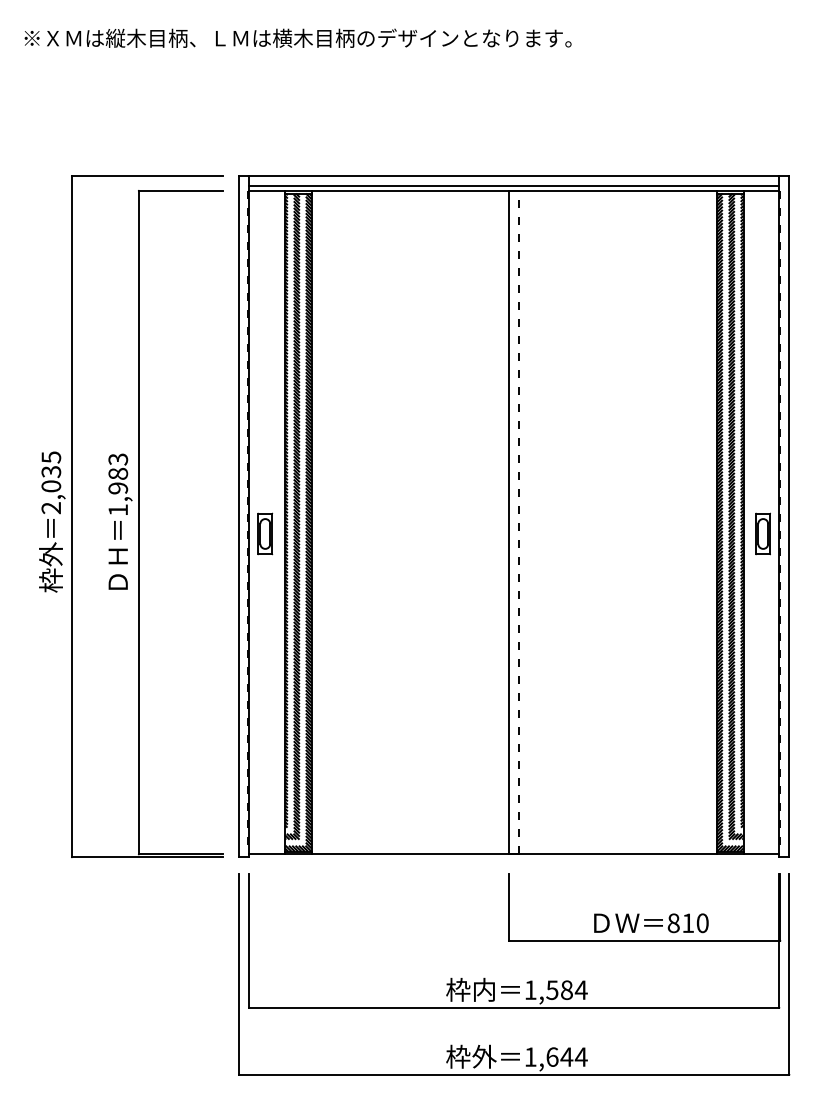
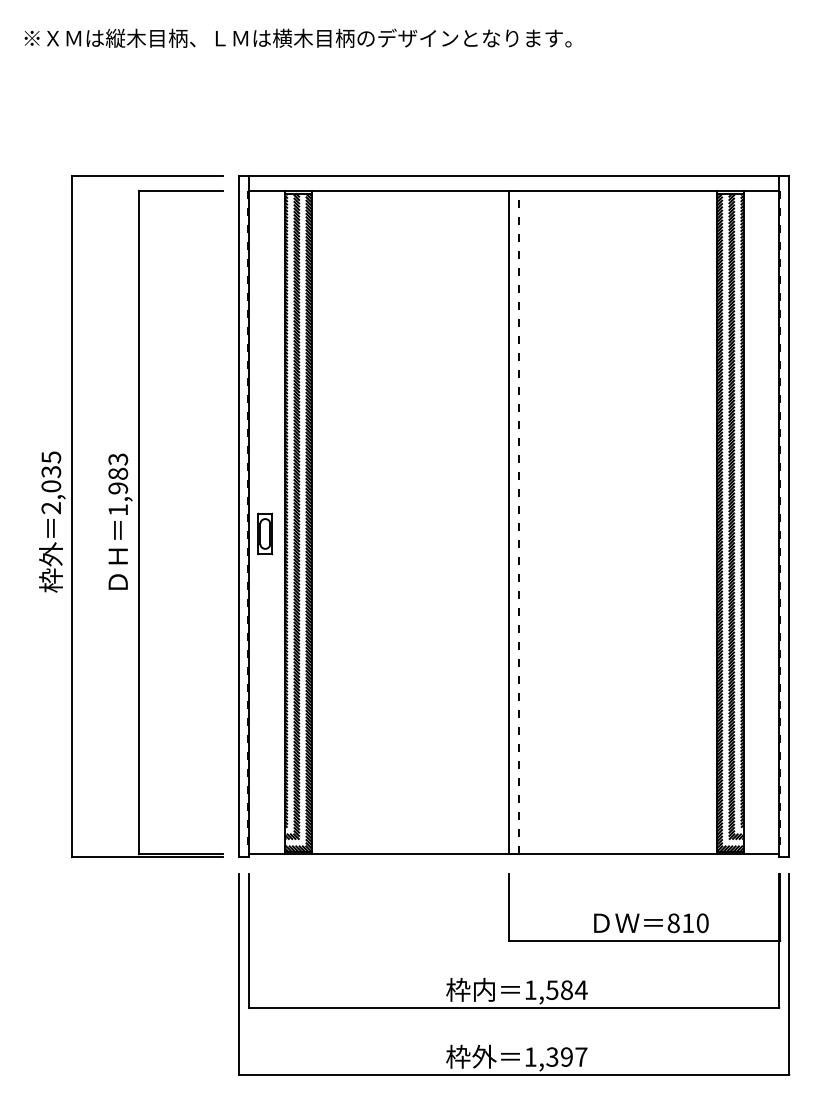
line at (514, 186): present -> none
part at (762, 533): present -> none
text at (566, 1056): 1,644 -> 1,397
